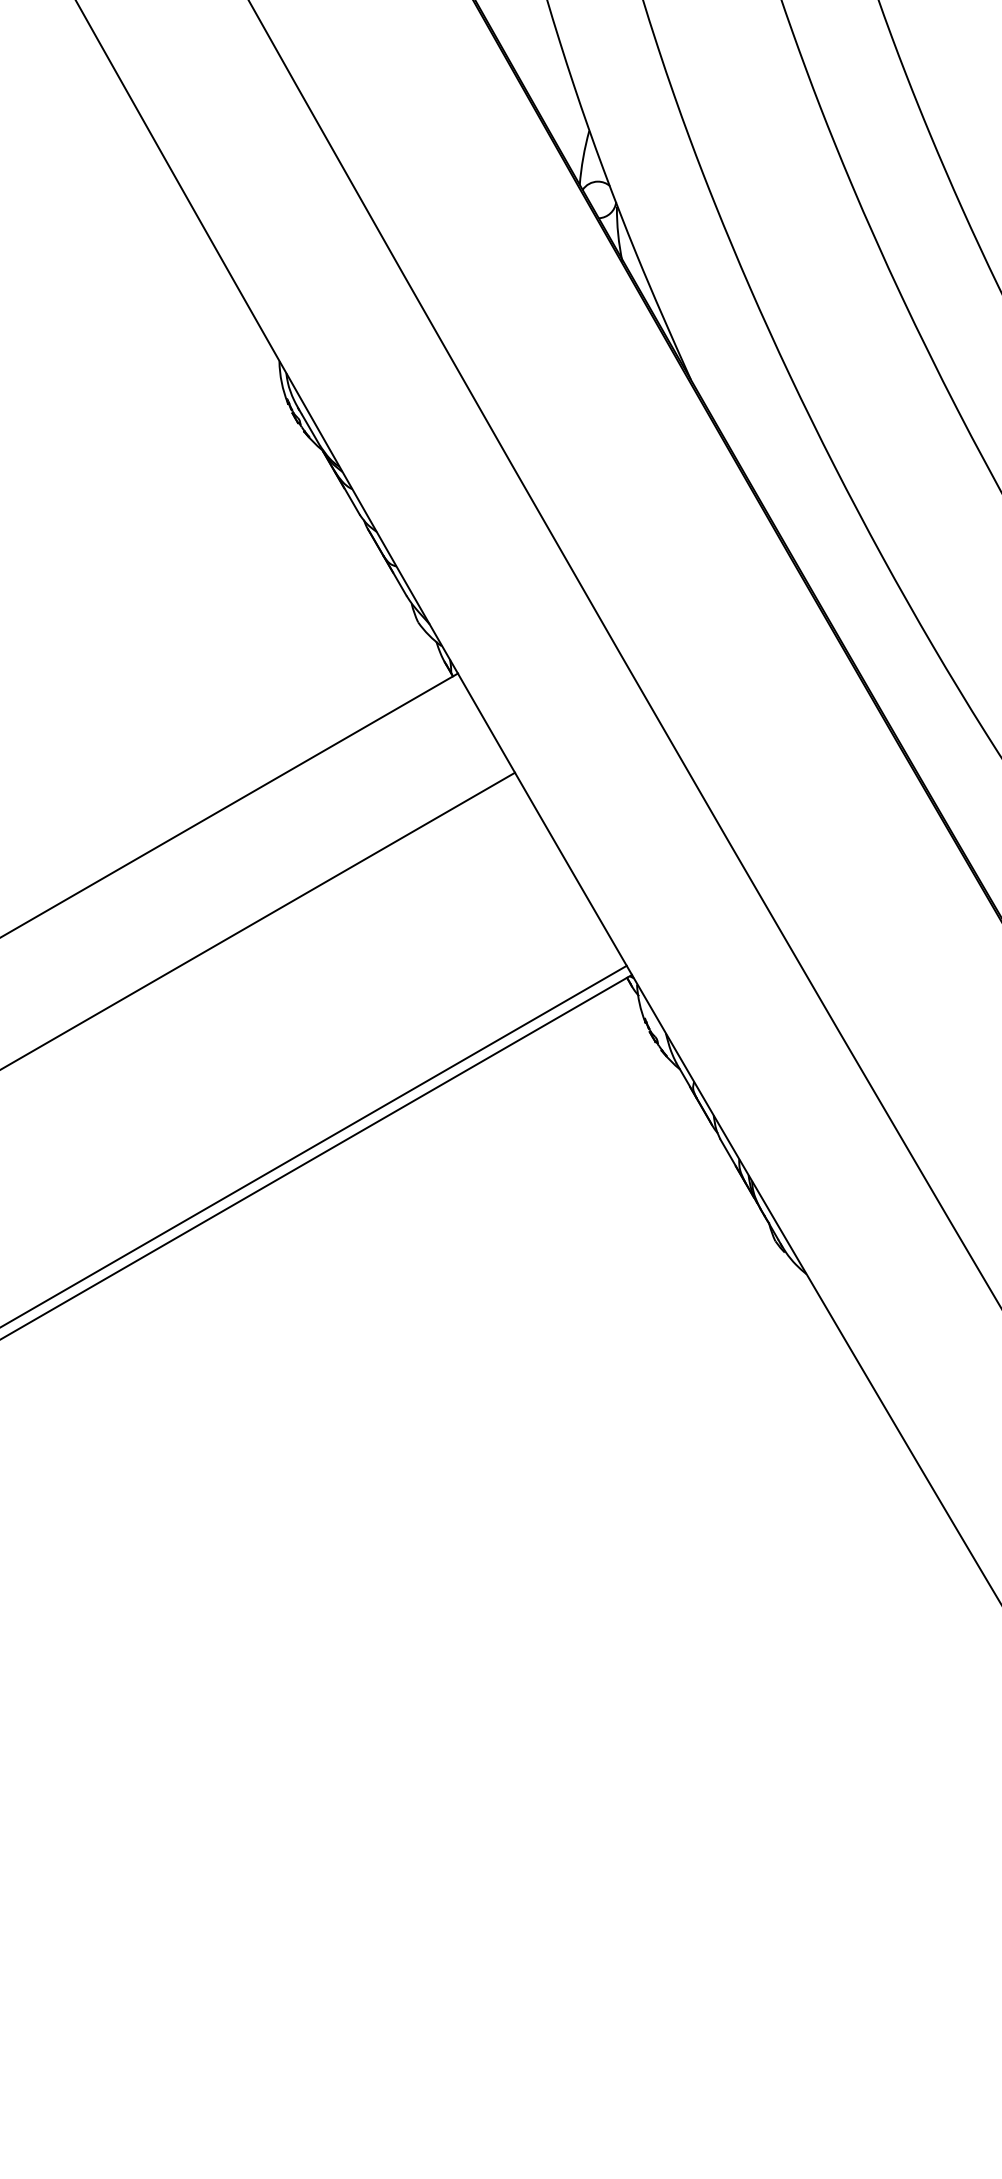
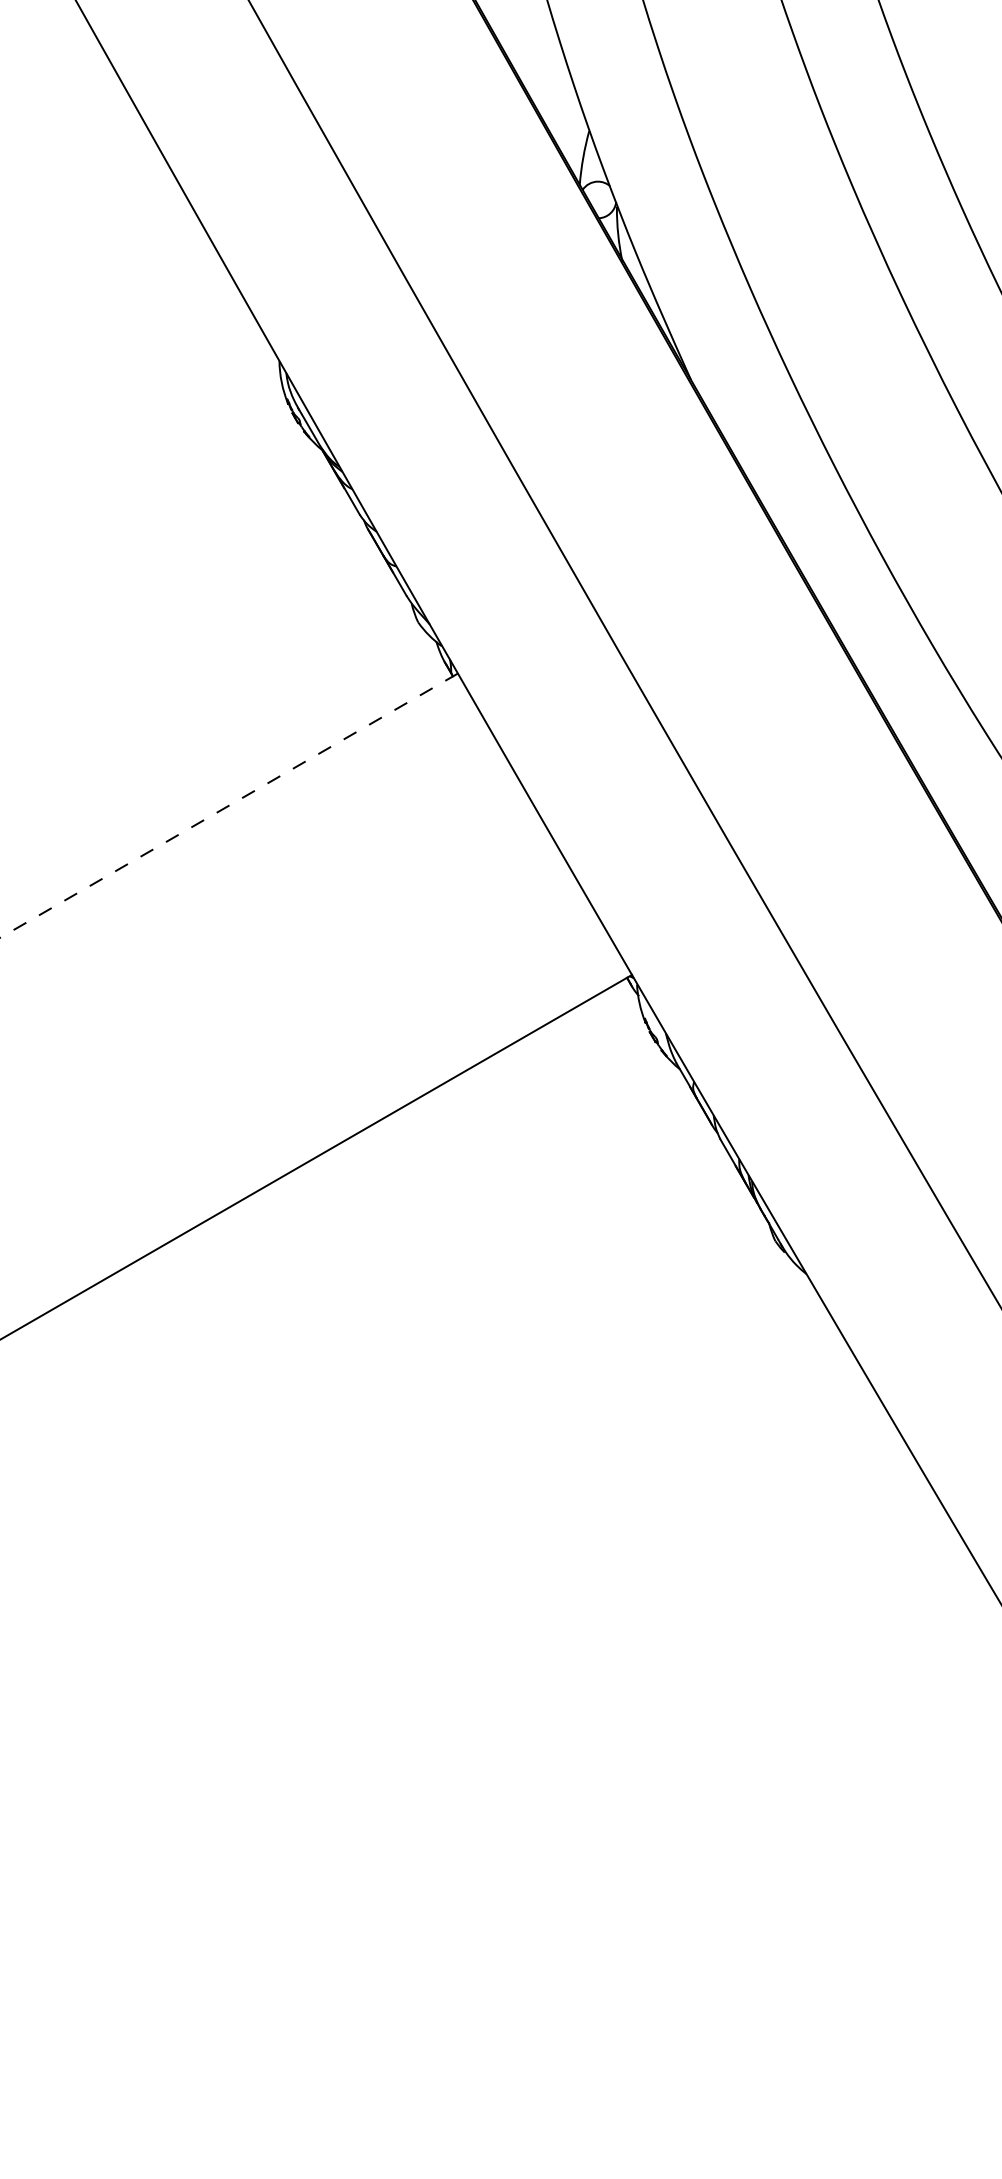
line at (228, 805): solid -> dashed
line at (258, 920): present -> none
line at (314, 1145): present -> none
